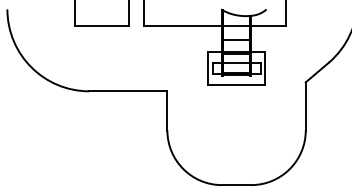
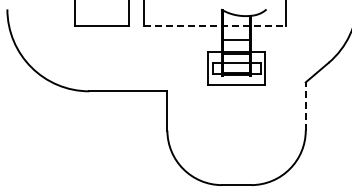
line at (214, 26): solid -> dashed
line at (305, 105): solid -> dashed
